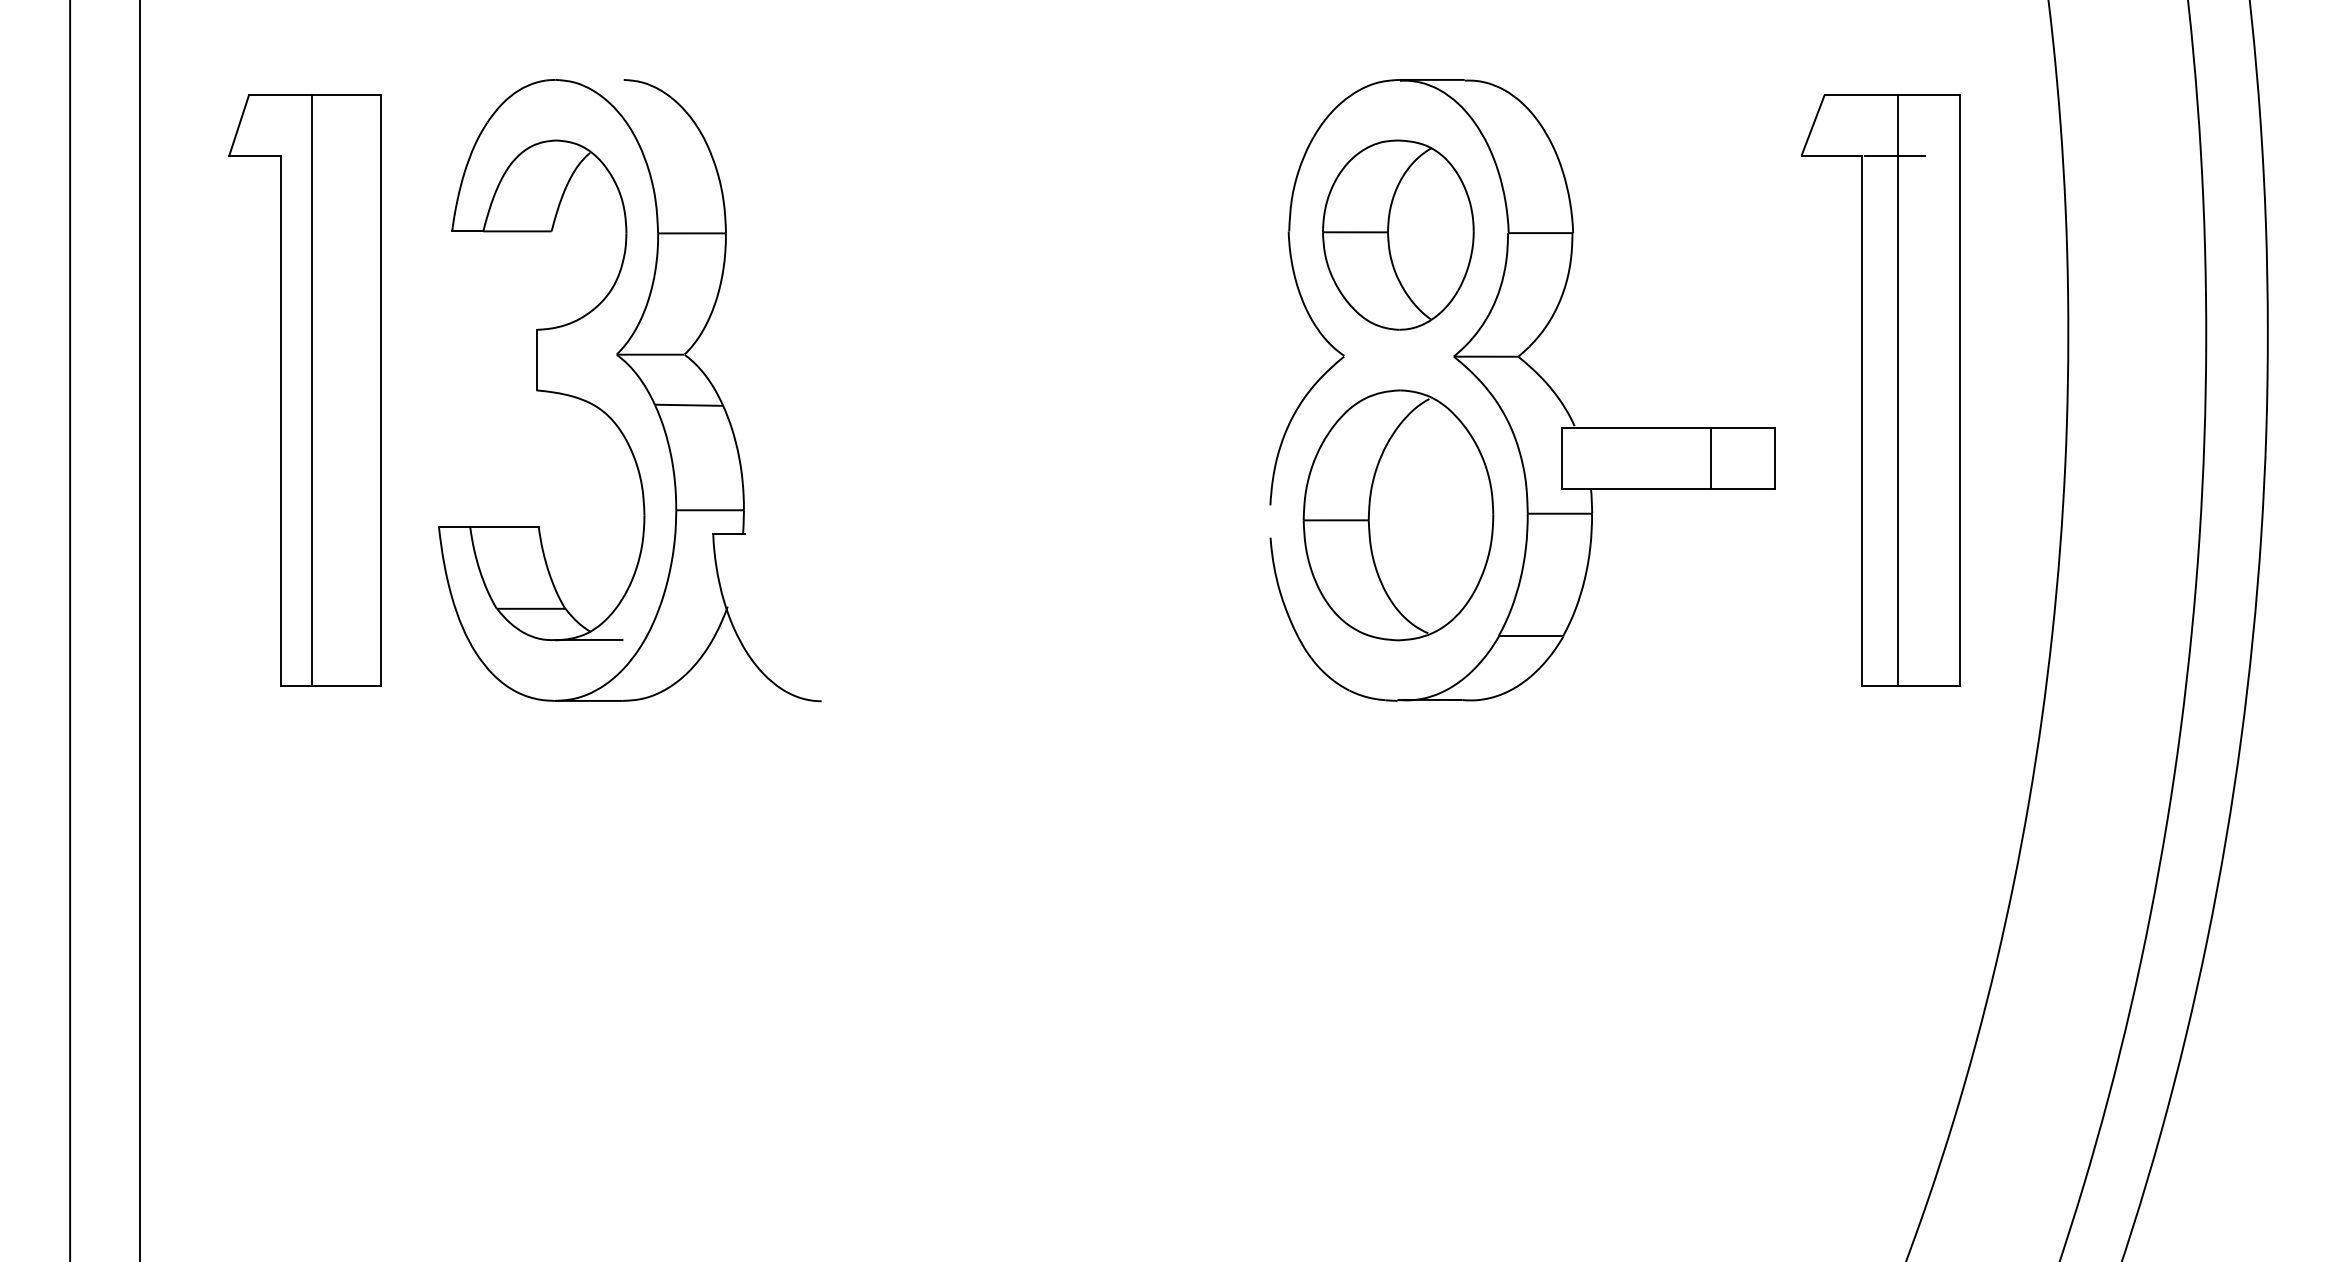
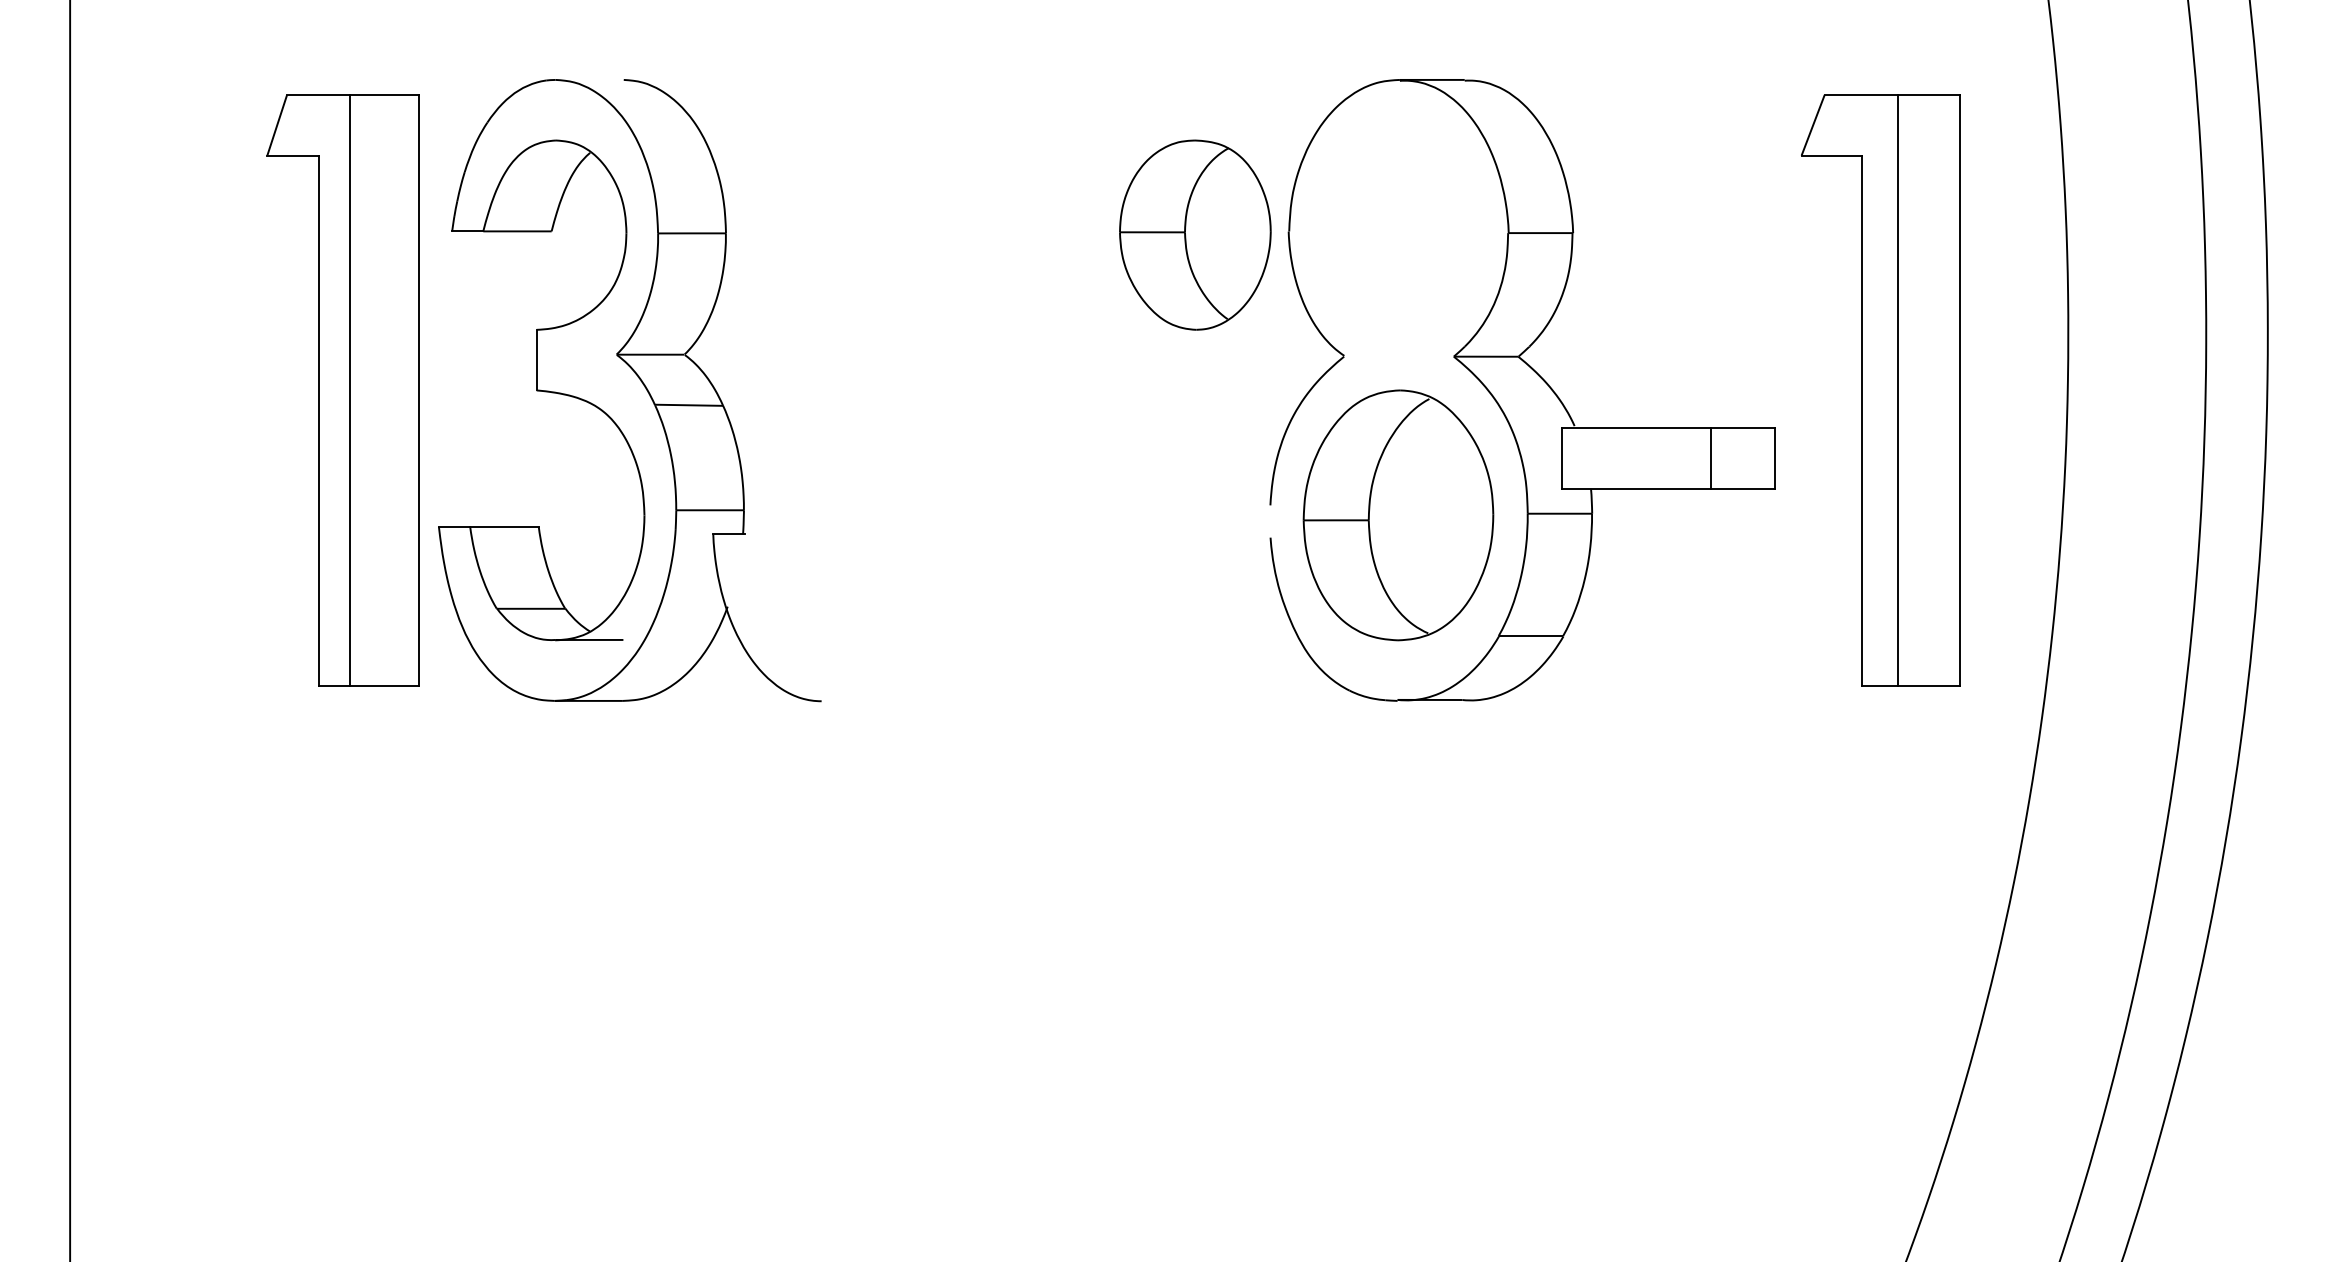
line at (1894, 155): present -> none
part at (1398, 234) position: (1398, 234) -> (1195, 234)
part at (304, 390) position: (304, 390) -> (342, 390)
line at (140, 630): present -> none
